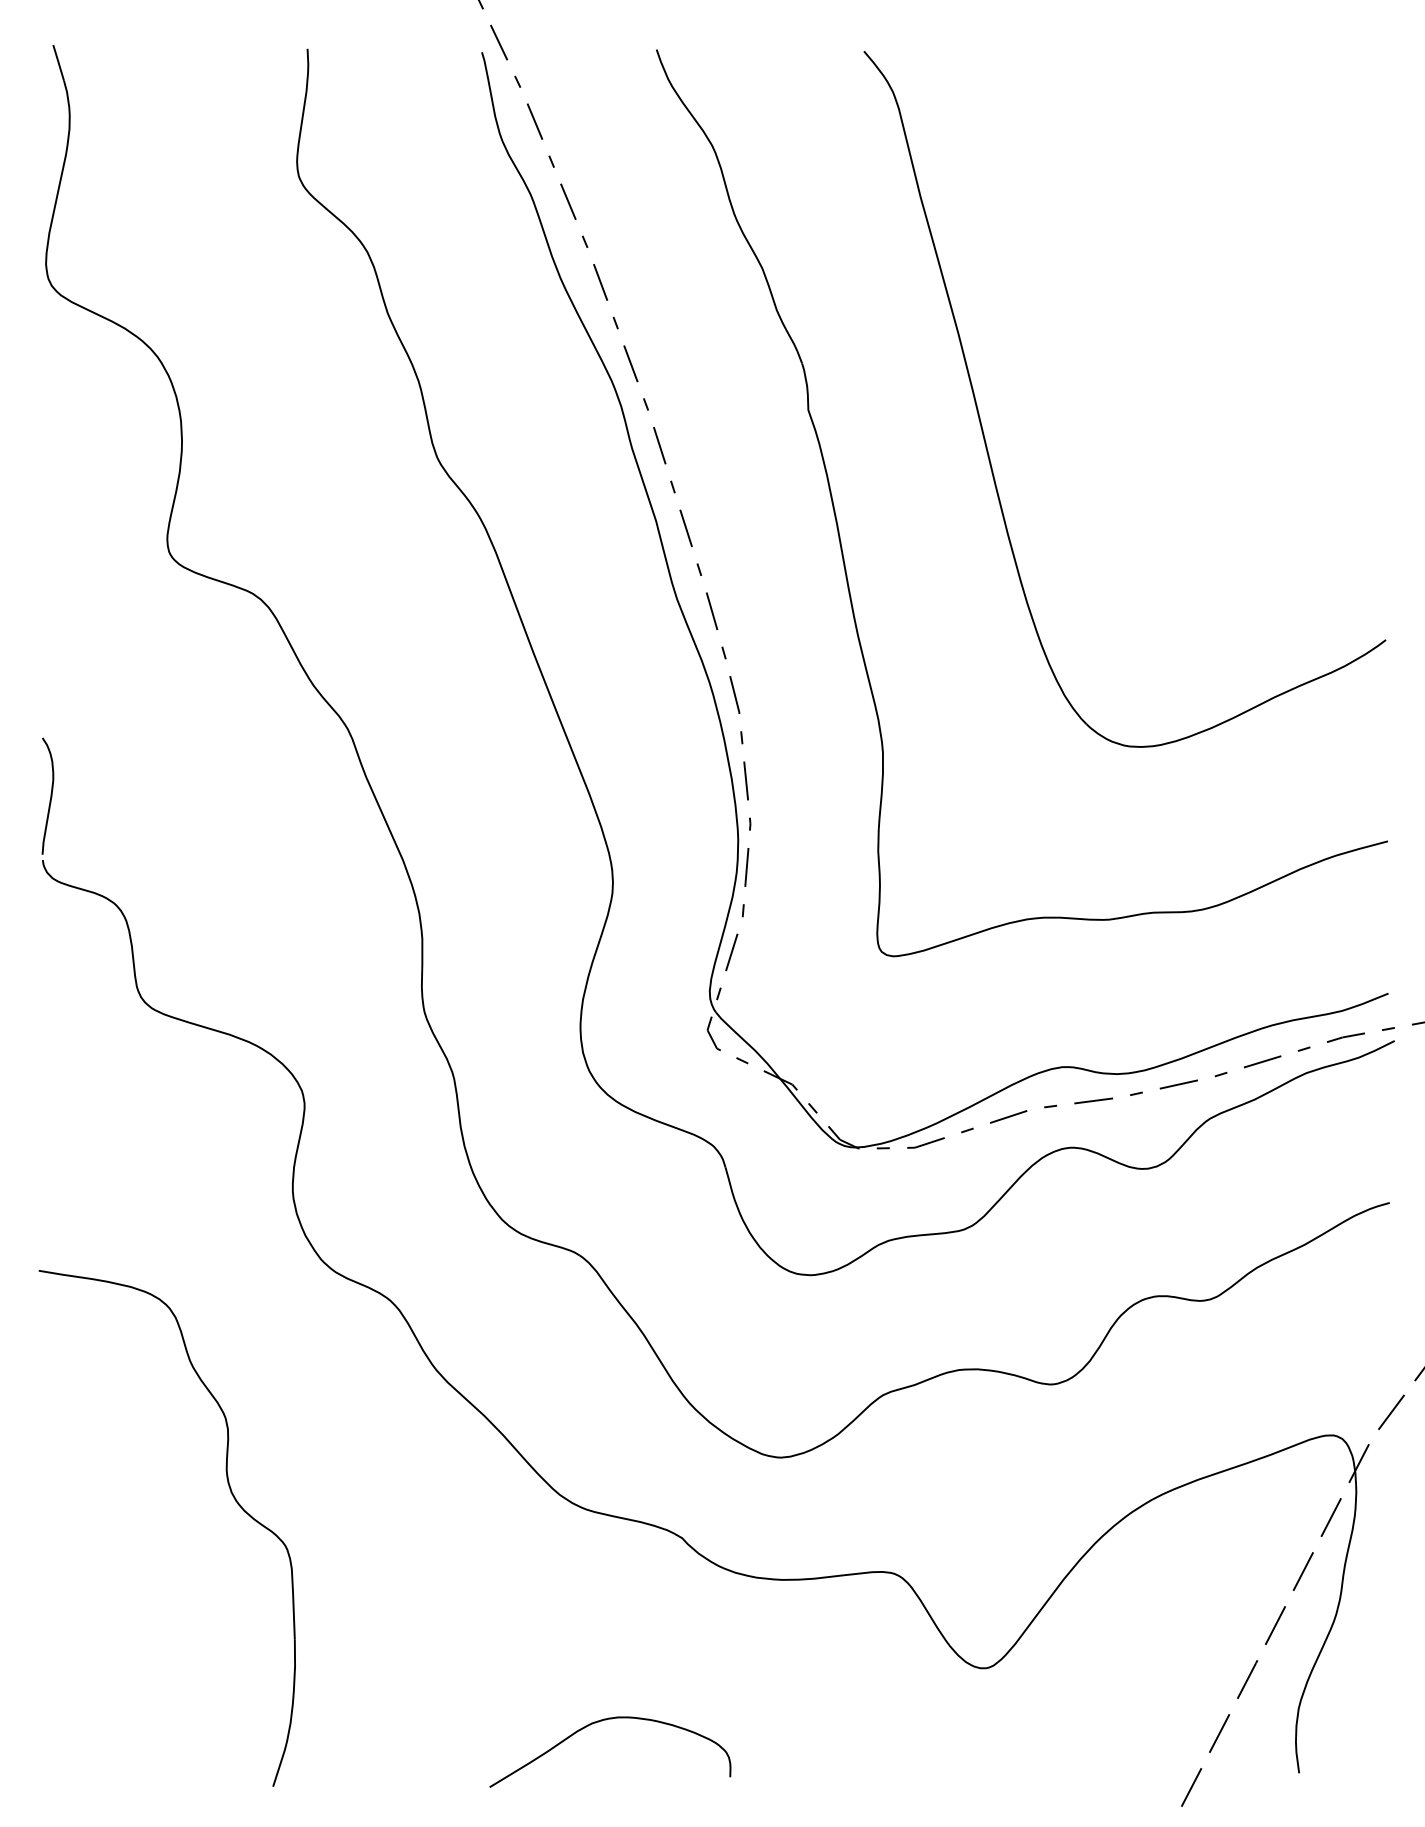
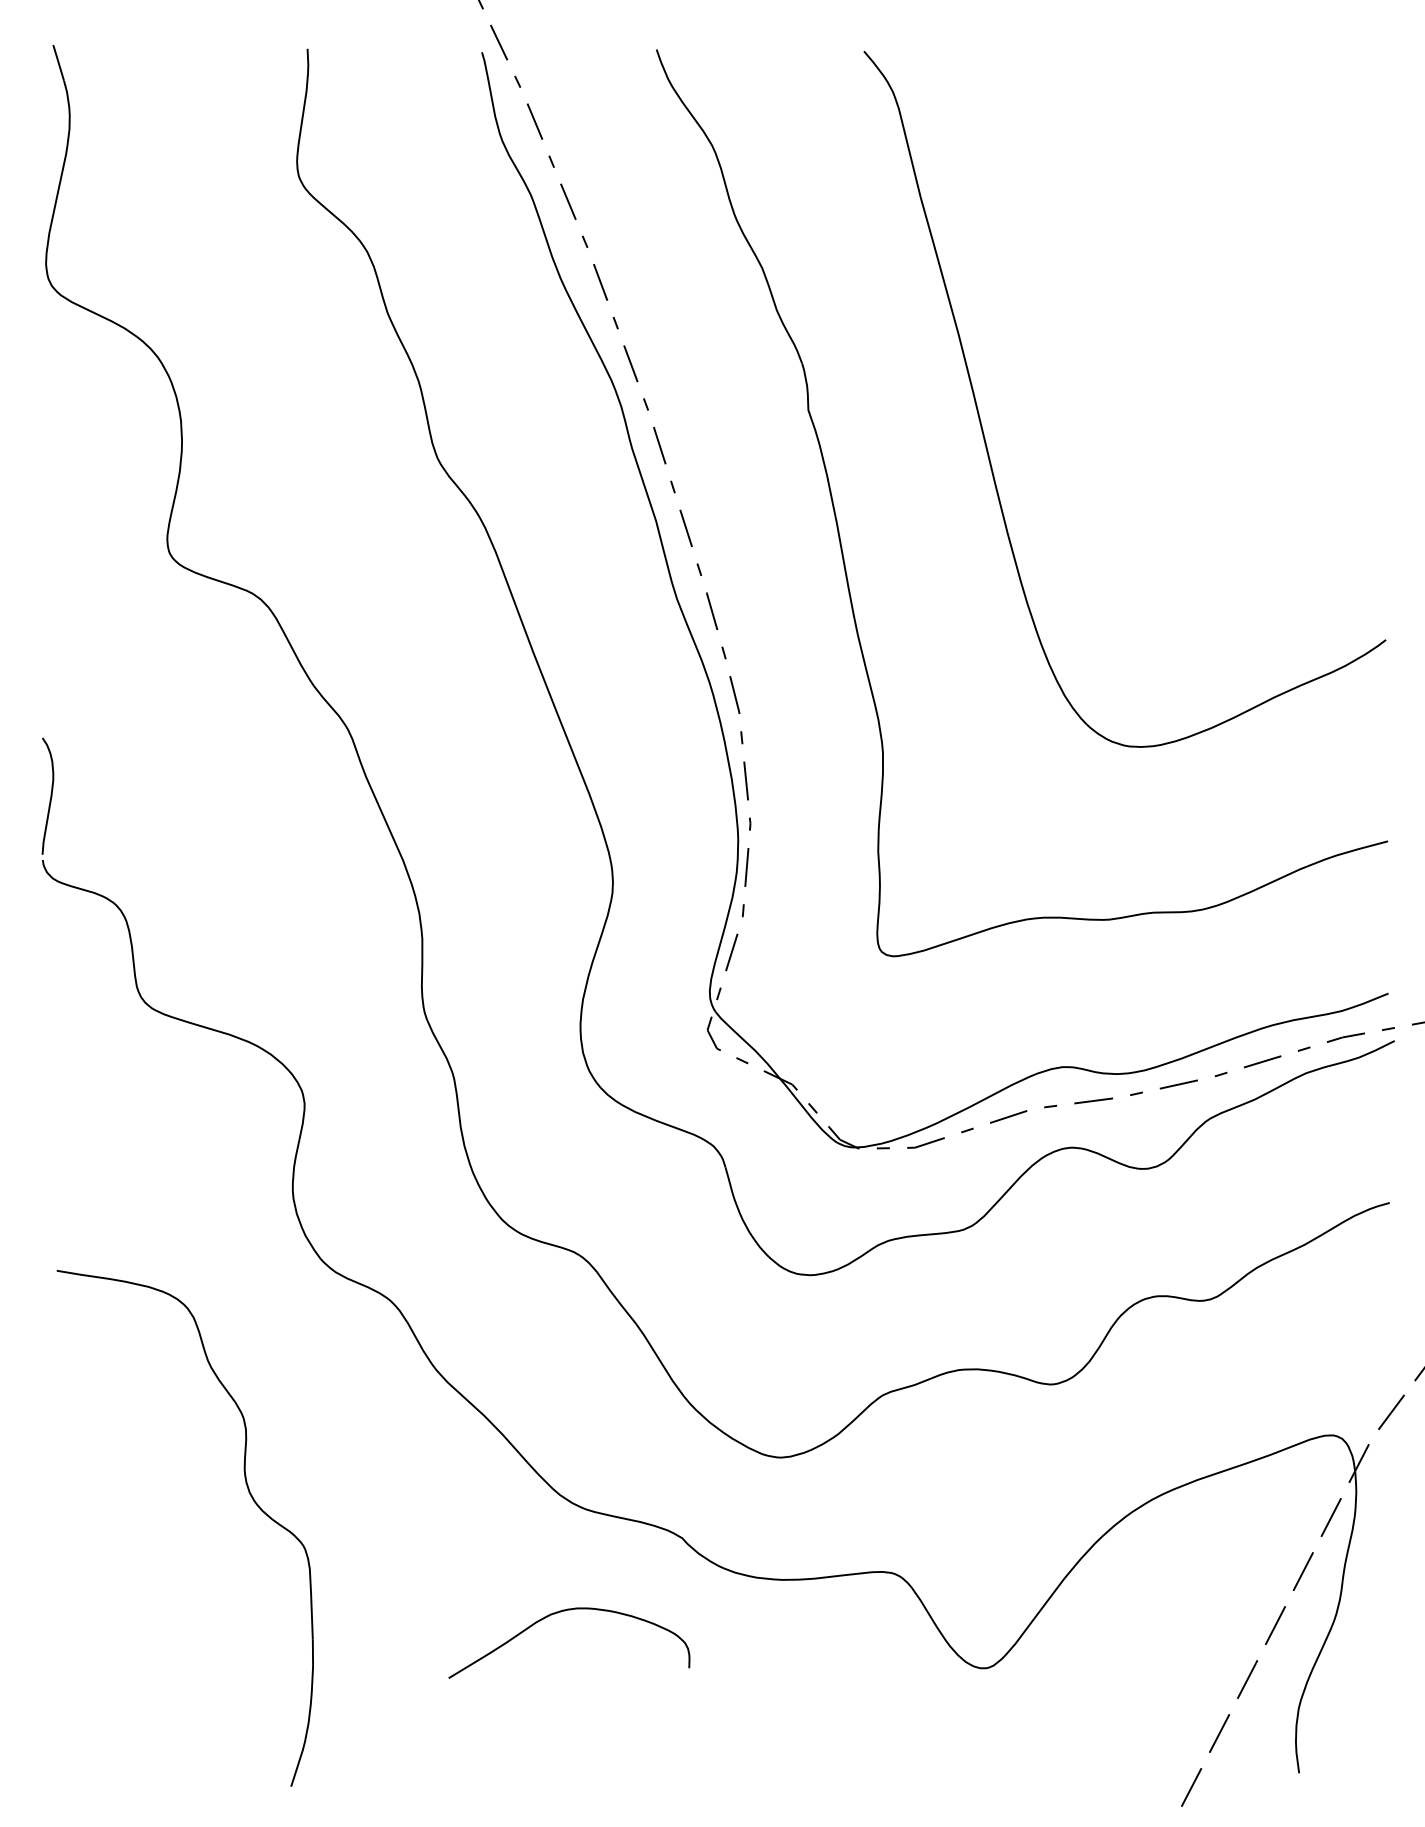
part at (232, 1496) position: (232, 1496) -> (250, 1496)
curve at (599, 1722) position: (599, 1722) -> (558, 1613)
